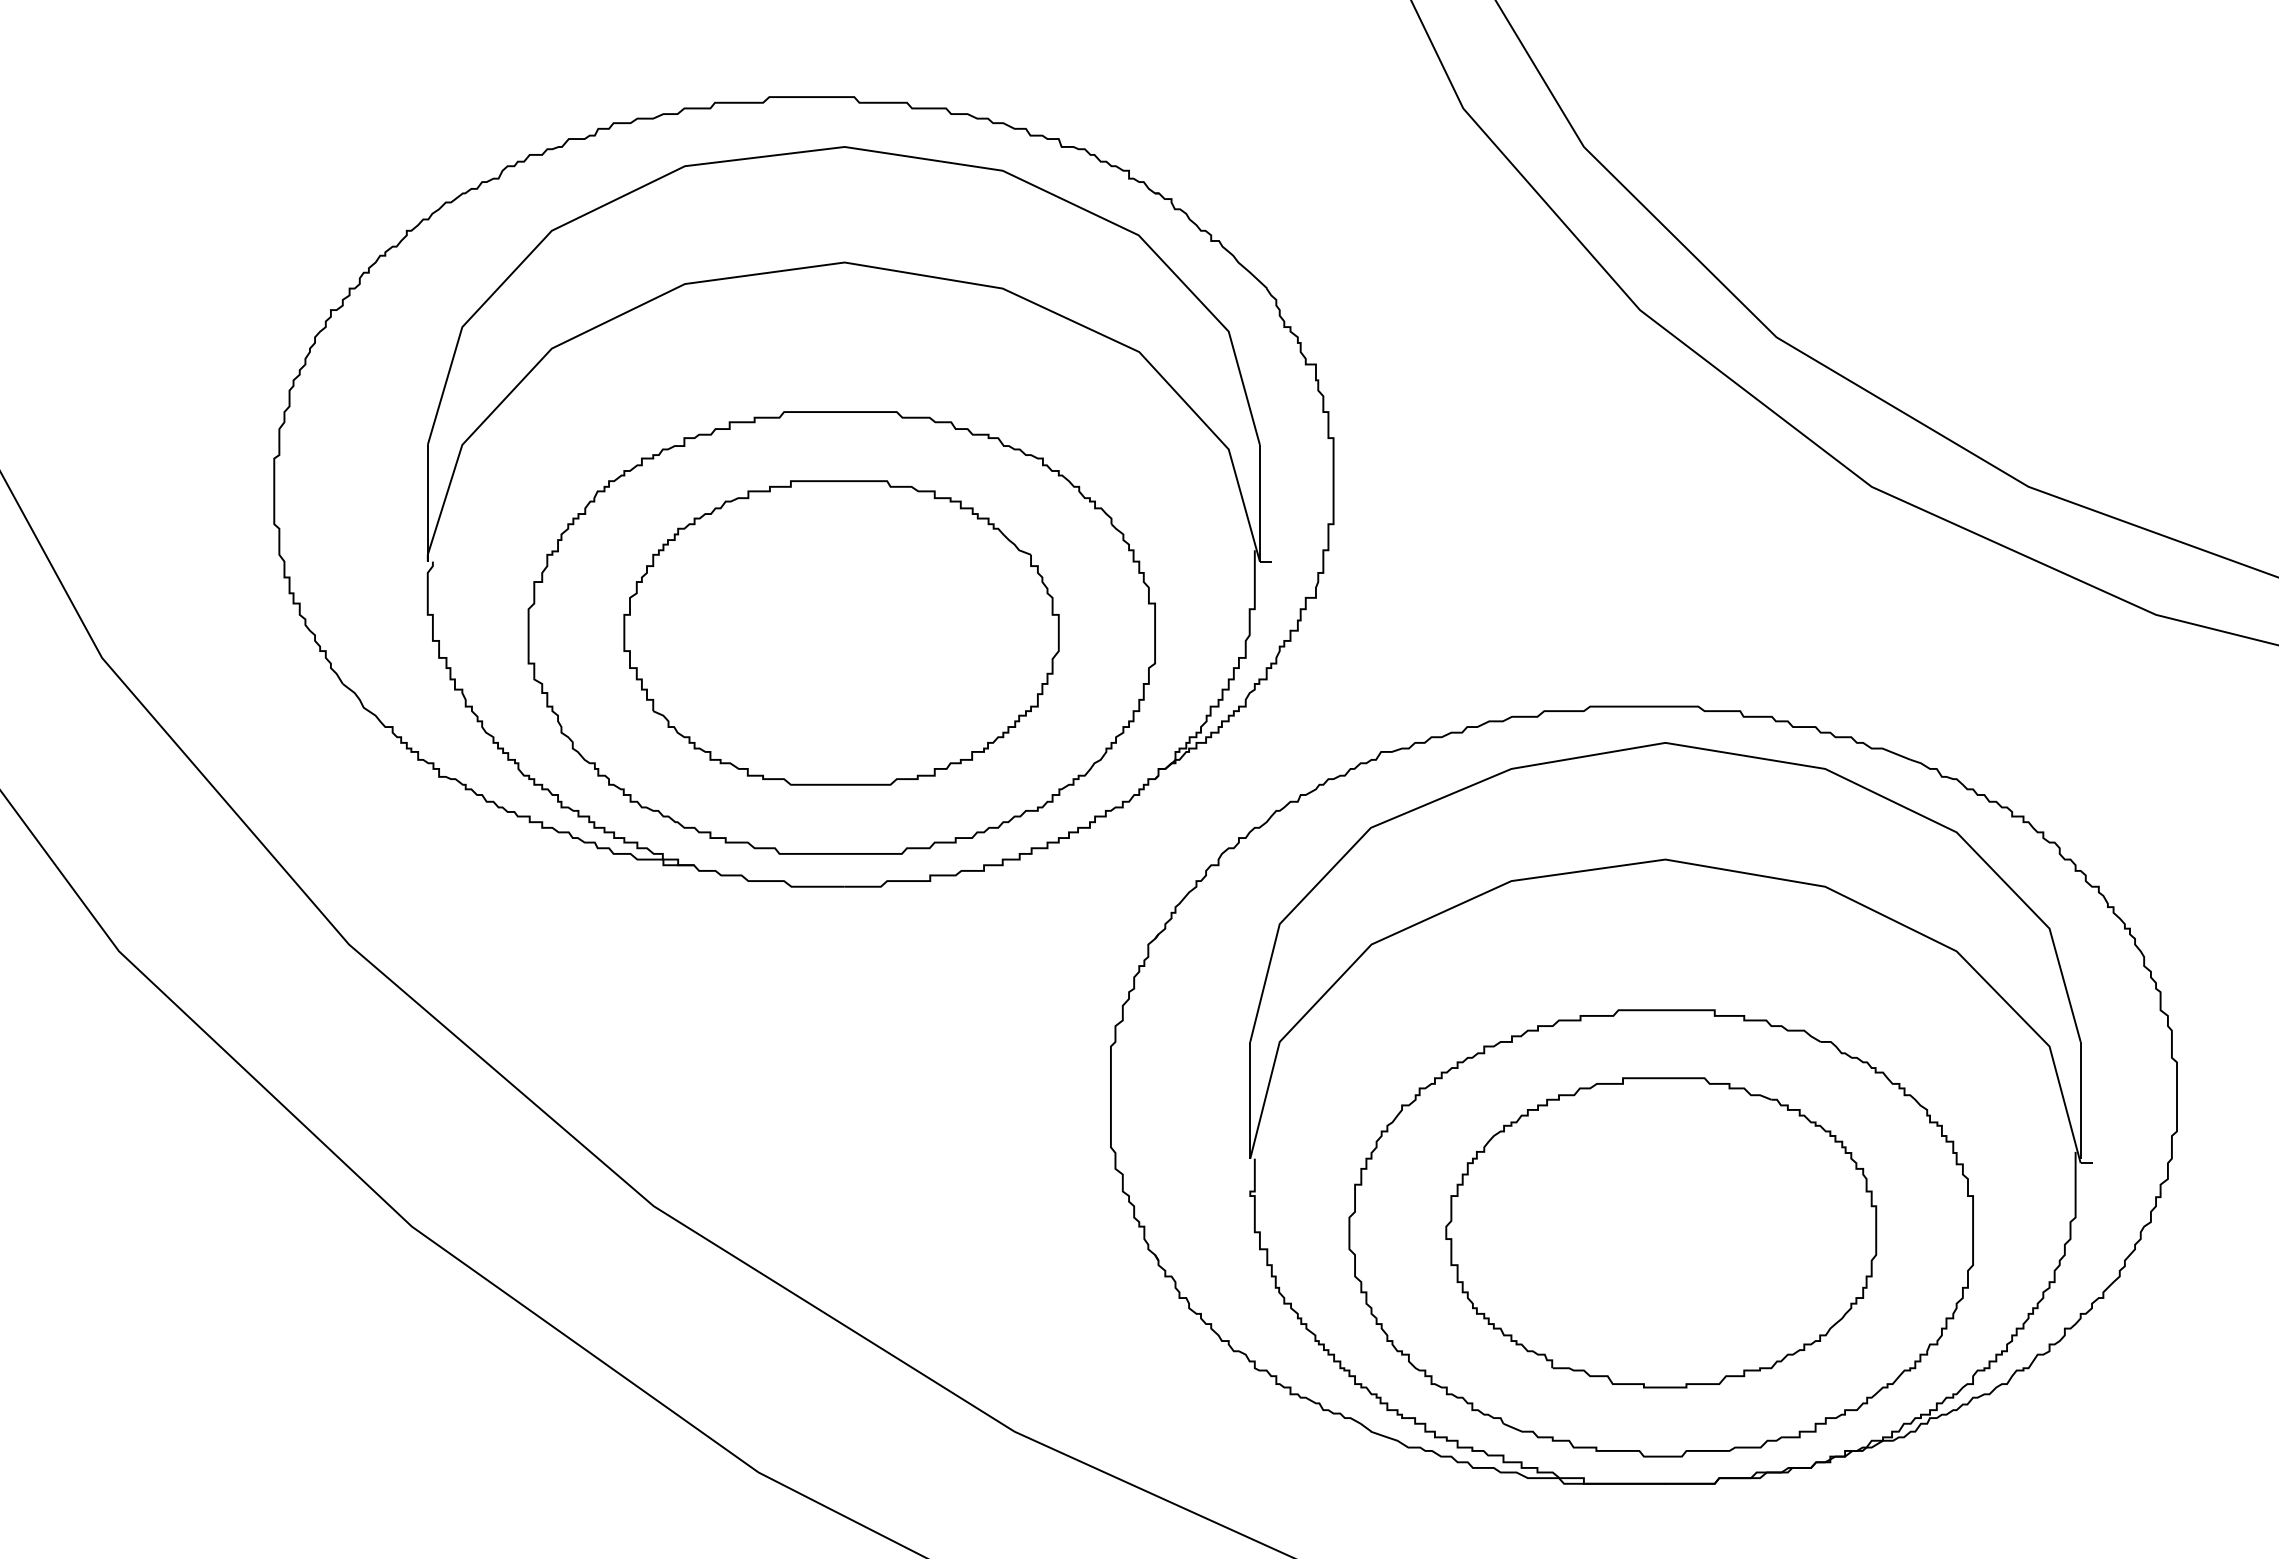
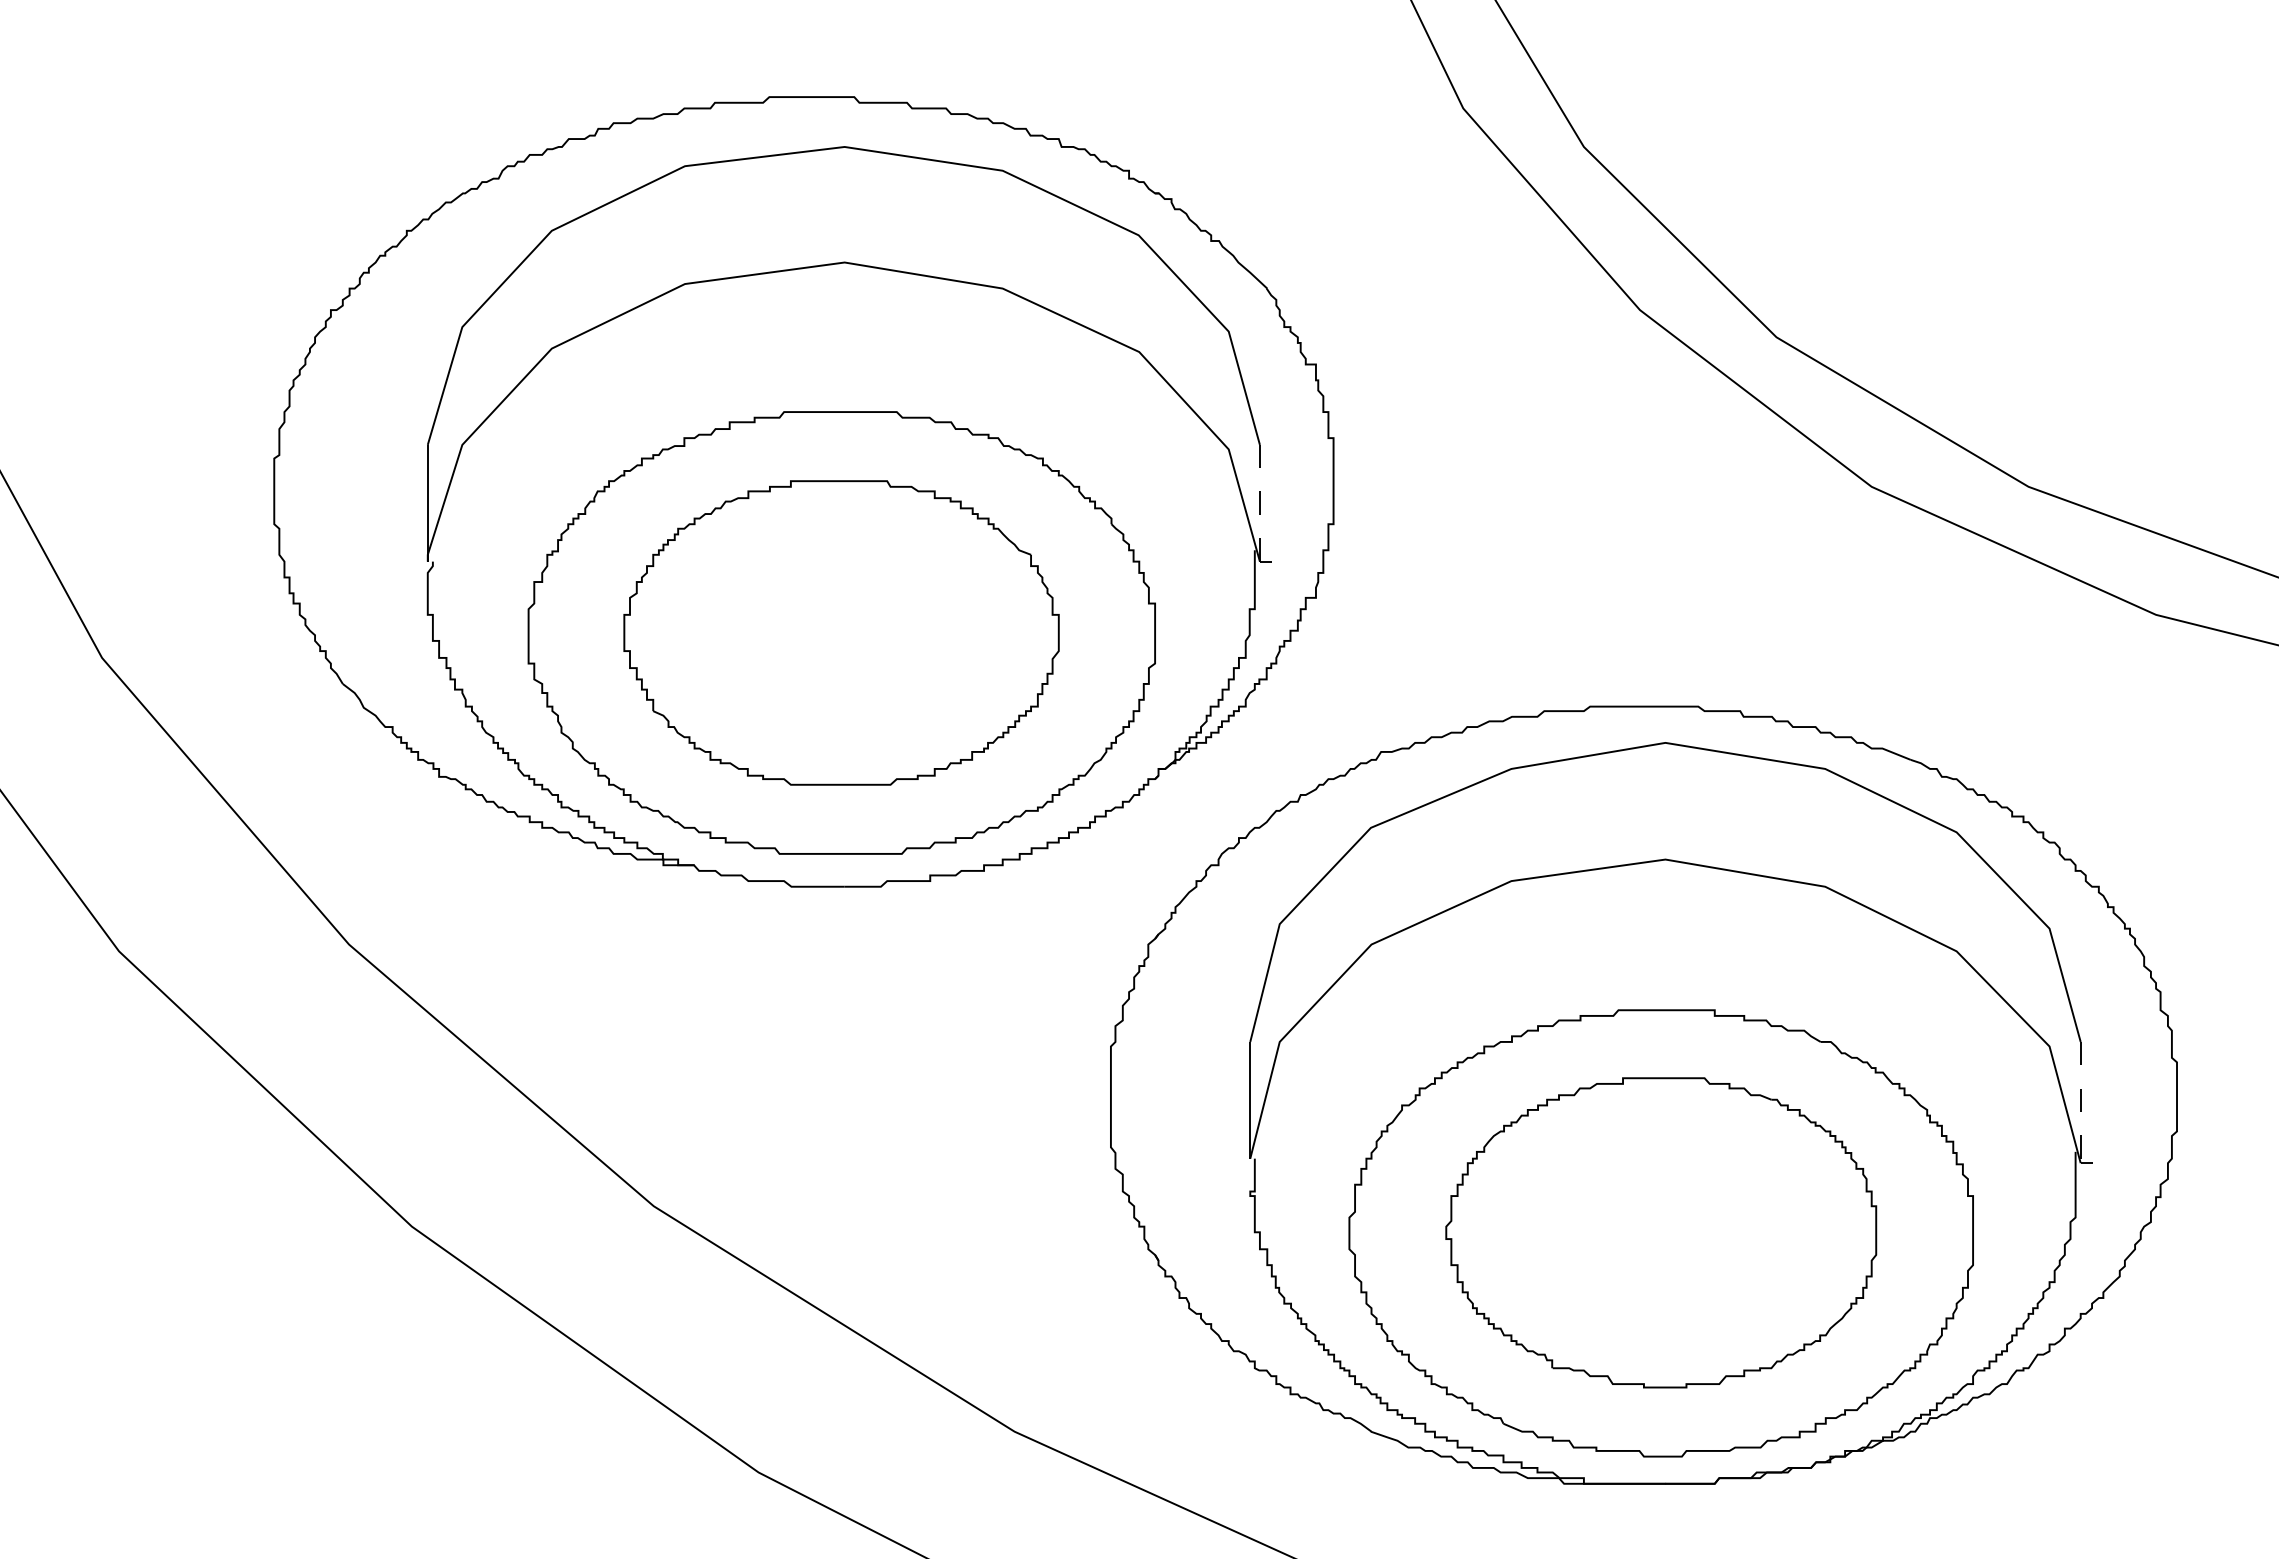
line at (1259, 502): solid -> dashed
line at (2080, 1099): solid -> dashed
